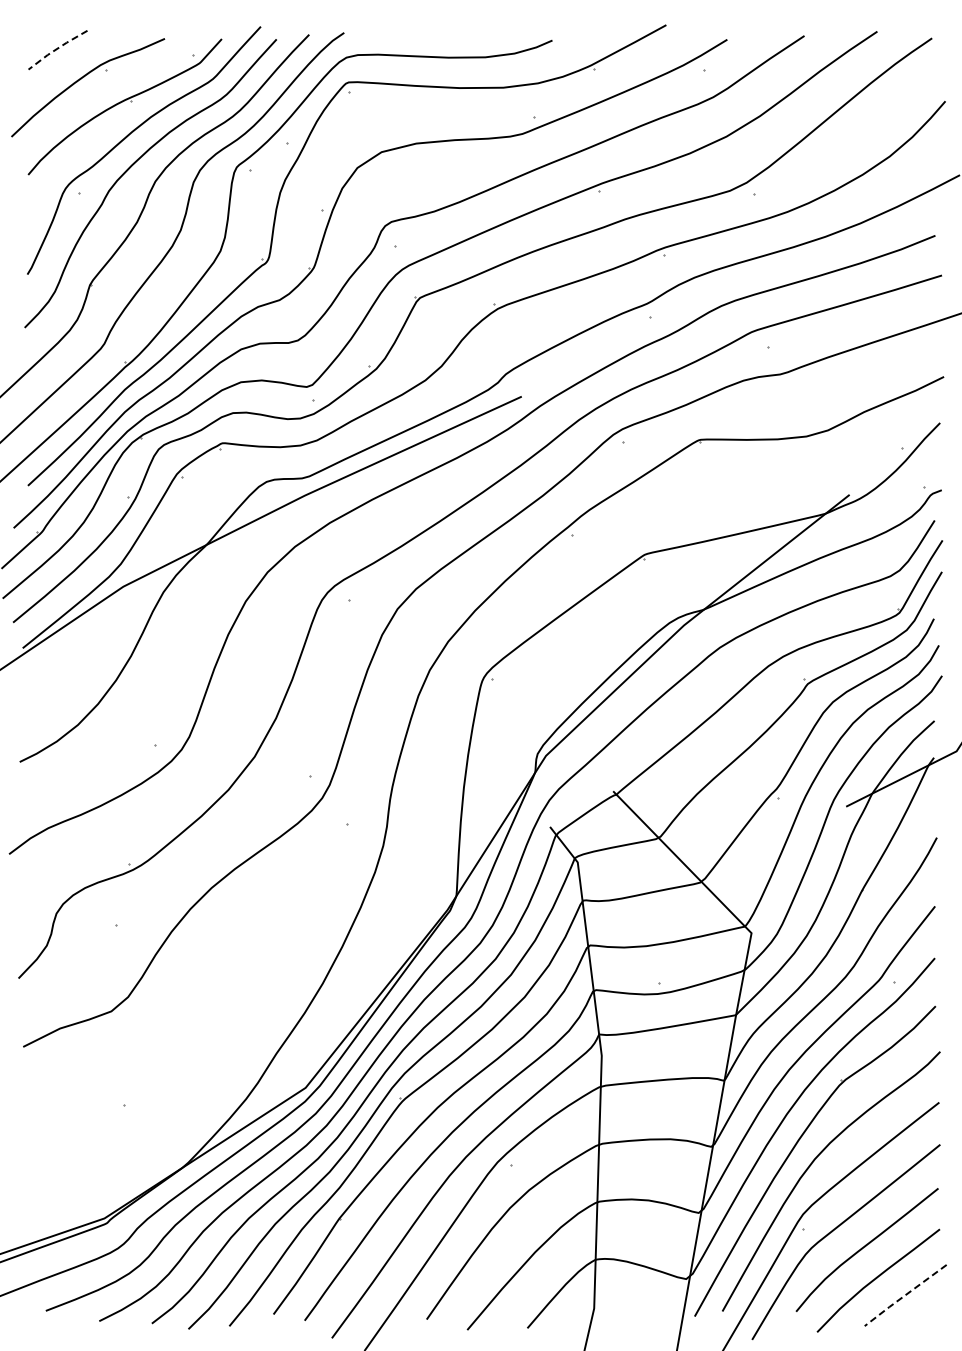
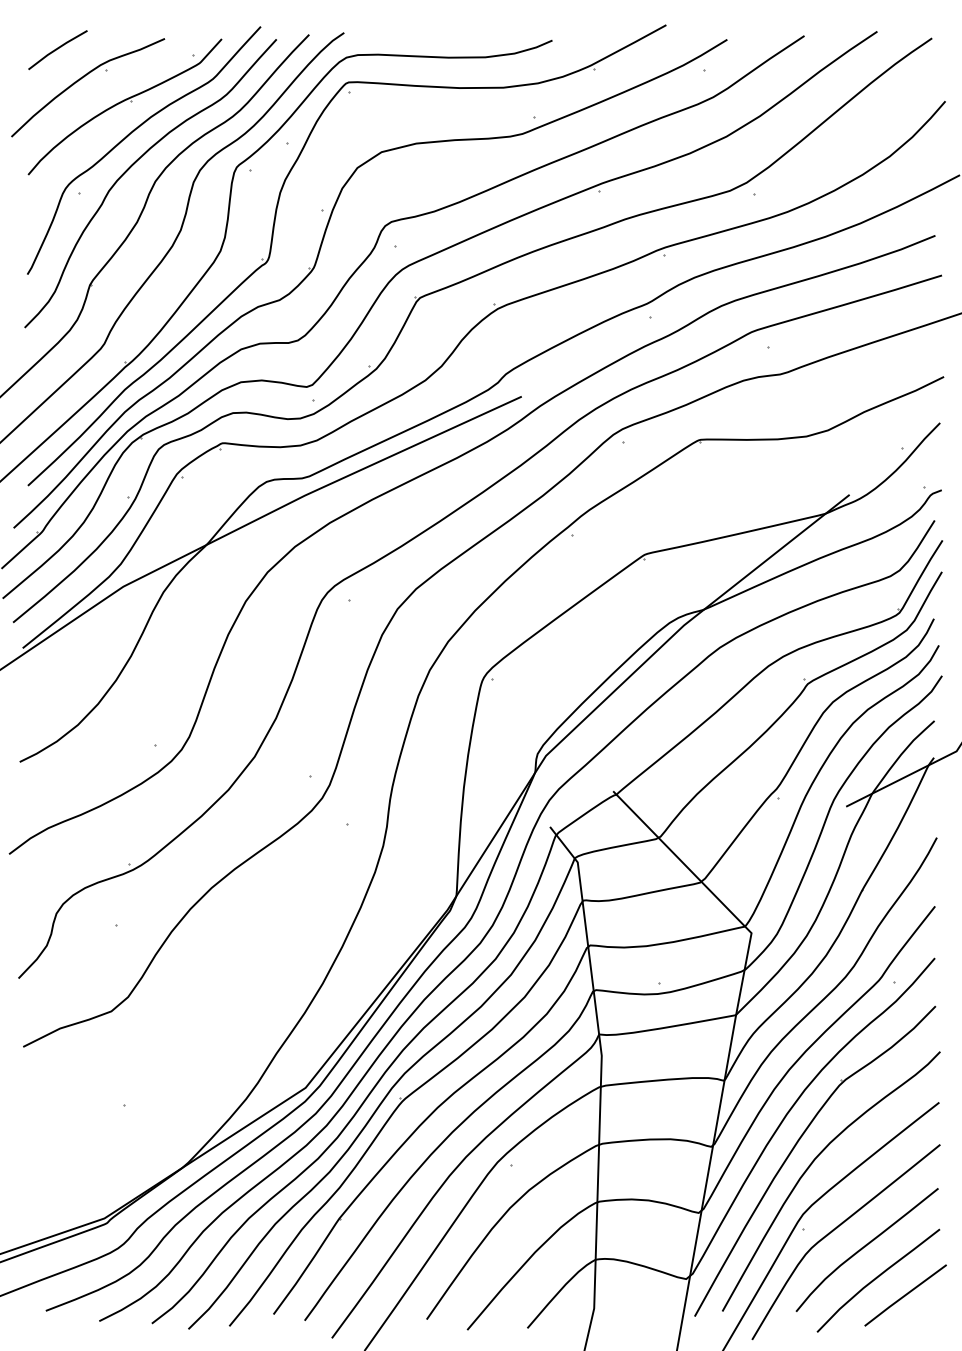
line at (56, 49): dashed -> solid
line at (904, 1295): dashed -> solid
